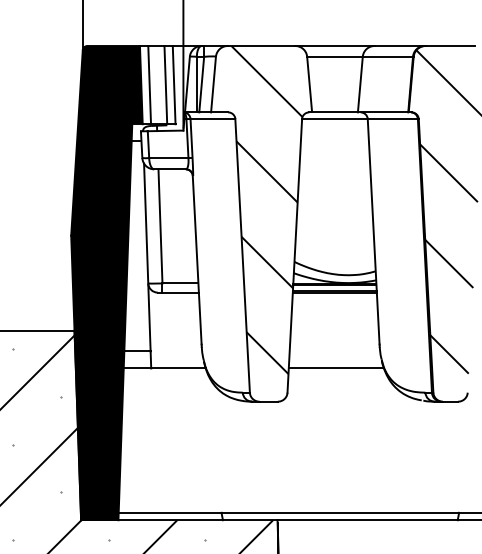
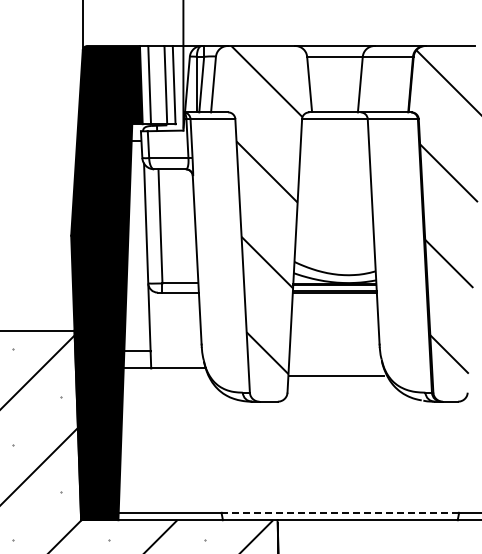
line at (336, 368) position: (336, 368) -> (336, 376)
line at (340, 512): solid -> dashed
